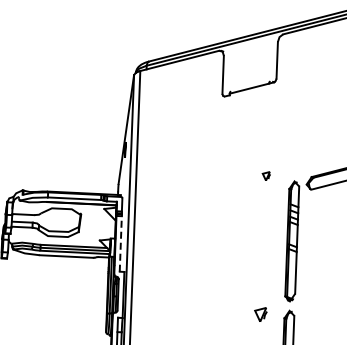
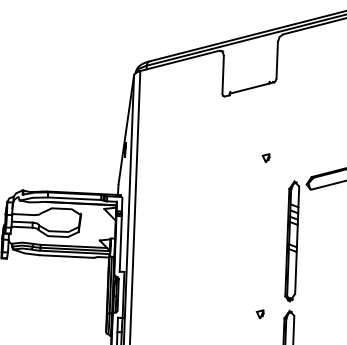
part at (265, 175) position: (265, 175) -> (265, 157)
line at (120, 243): dashed -> solid
part at (260, 314) size: 14x15 px -> 10x10 px
